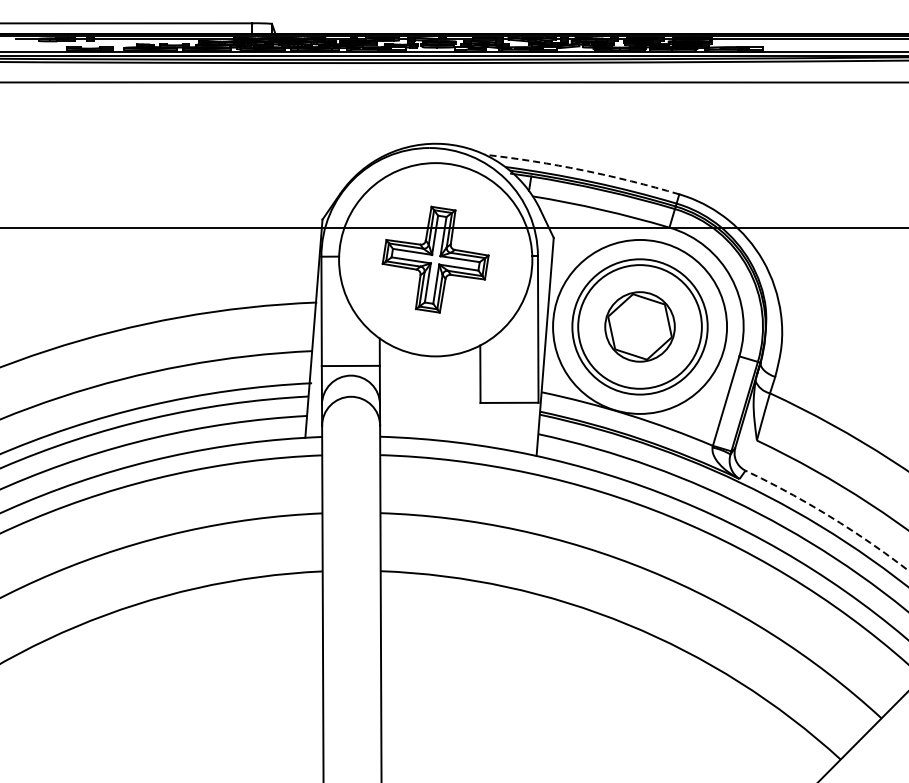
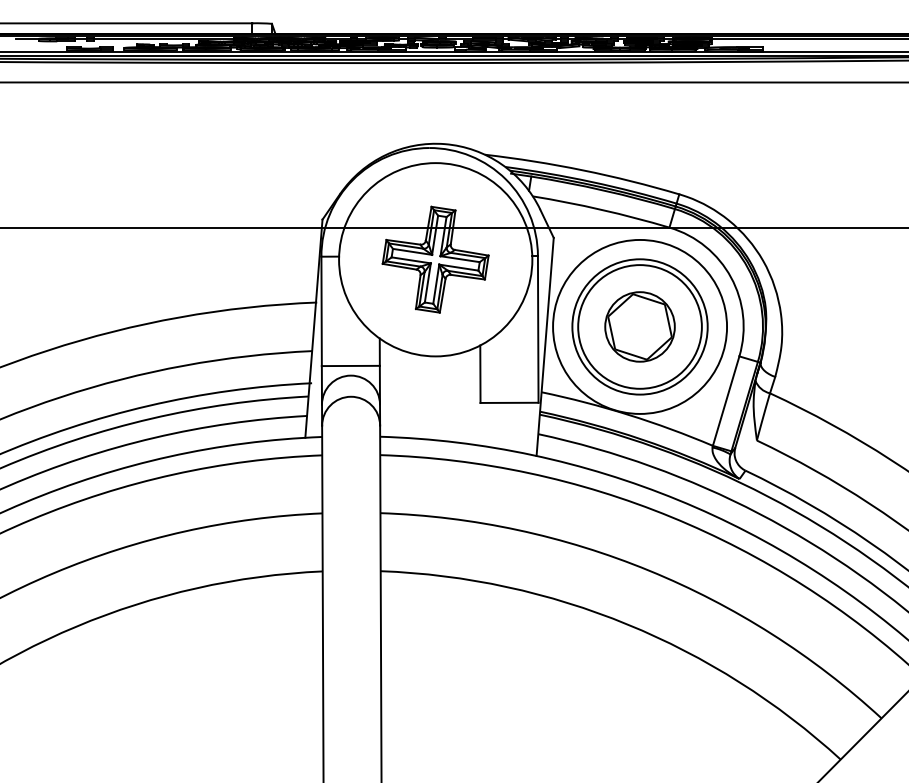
arc at (582, 170): dashed -> solid
arc at (828, 515): dashed -> solid
